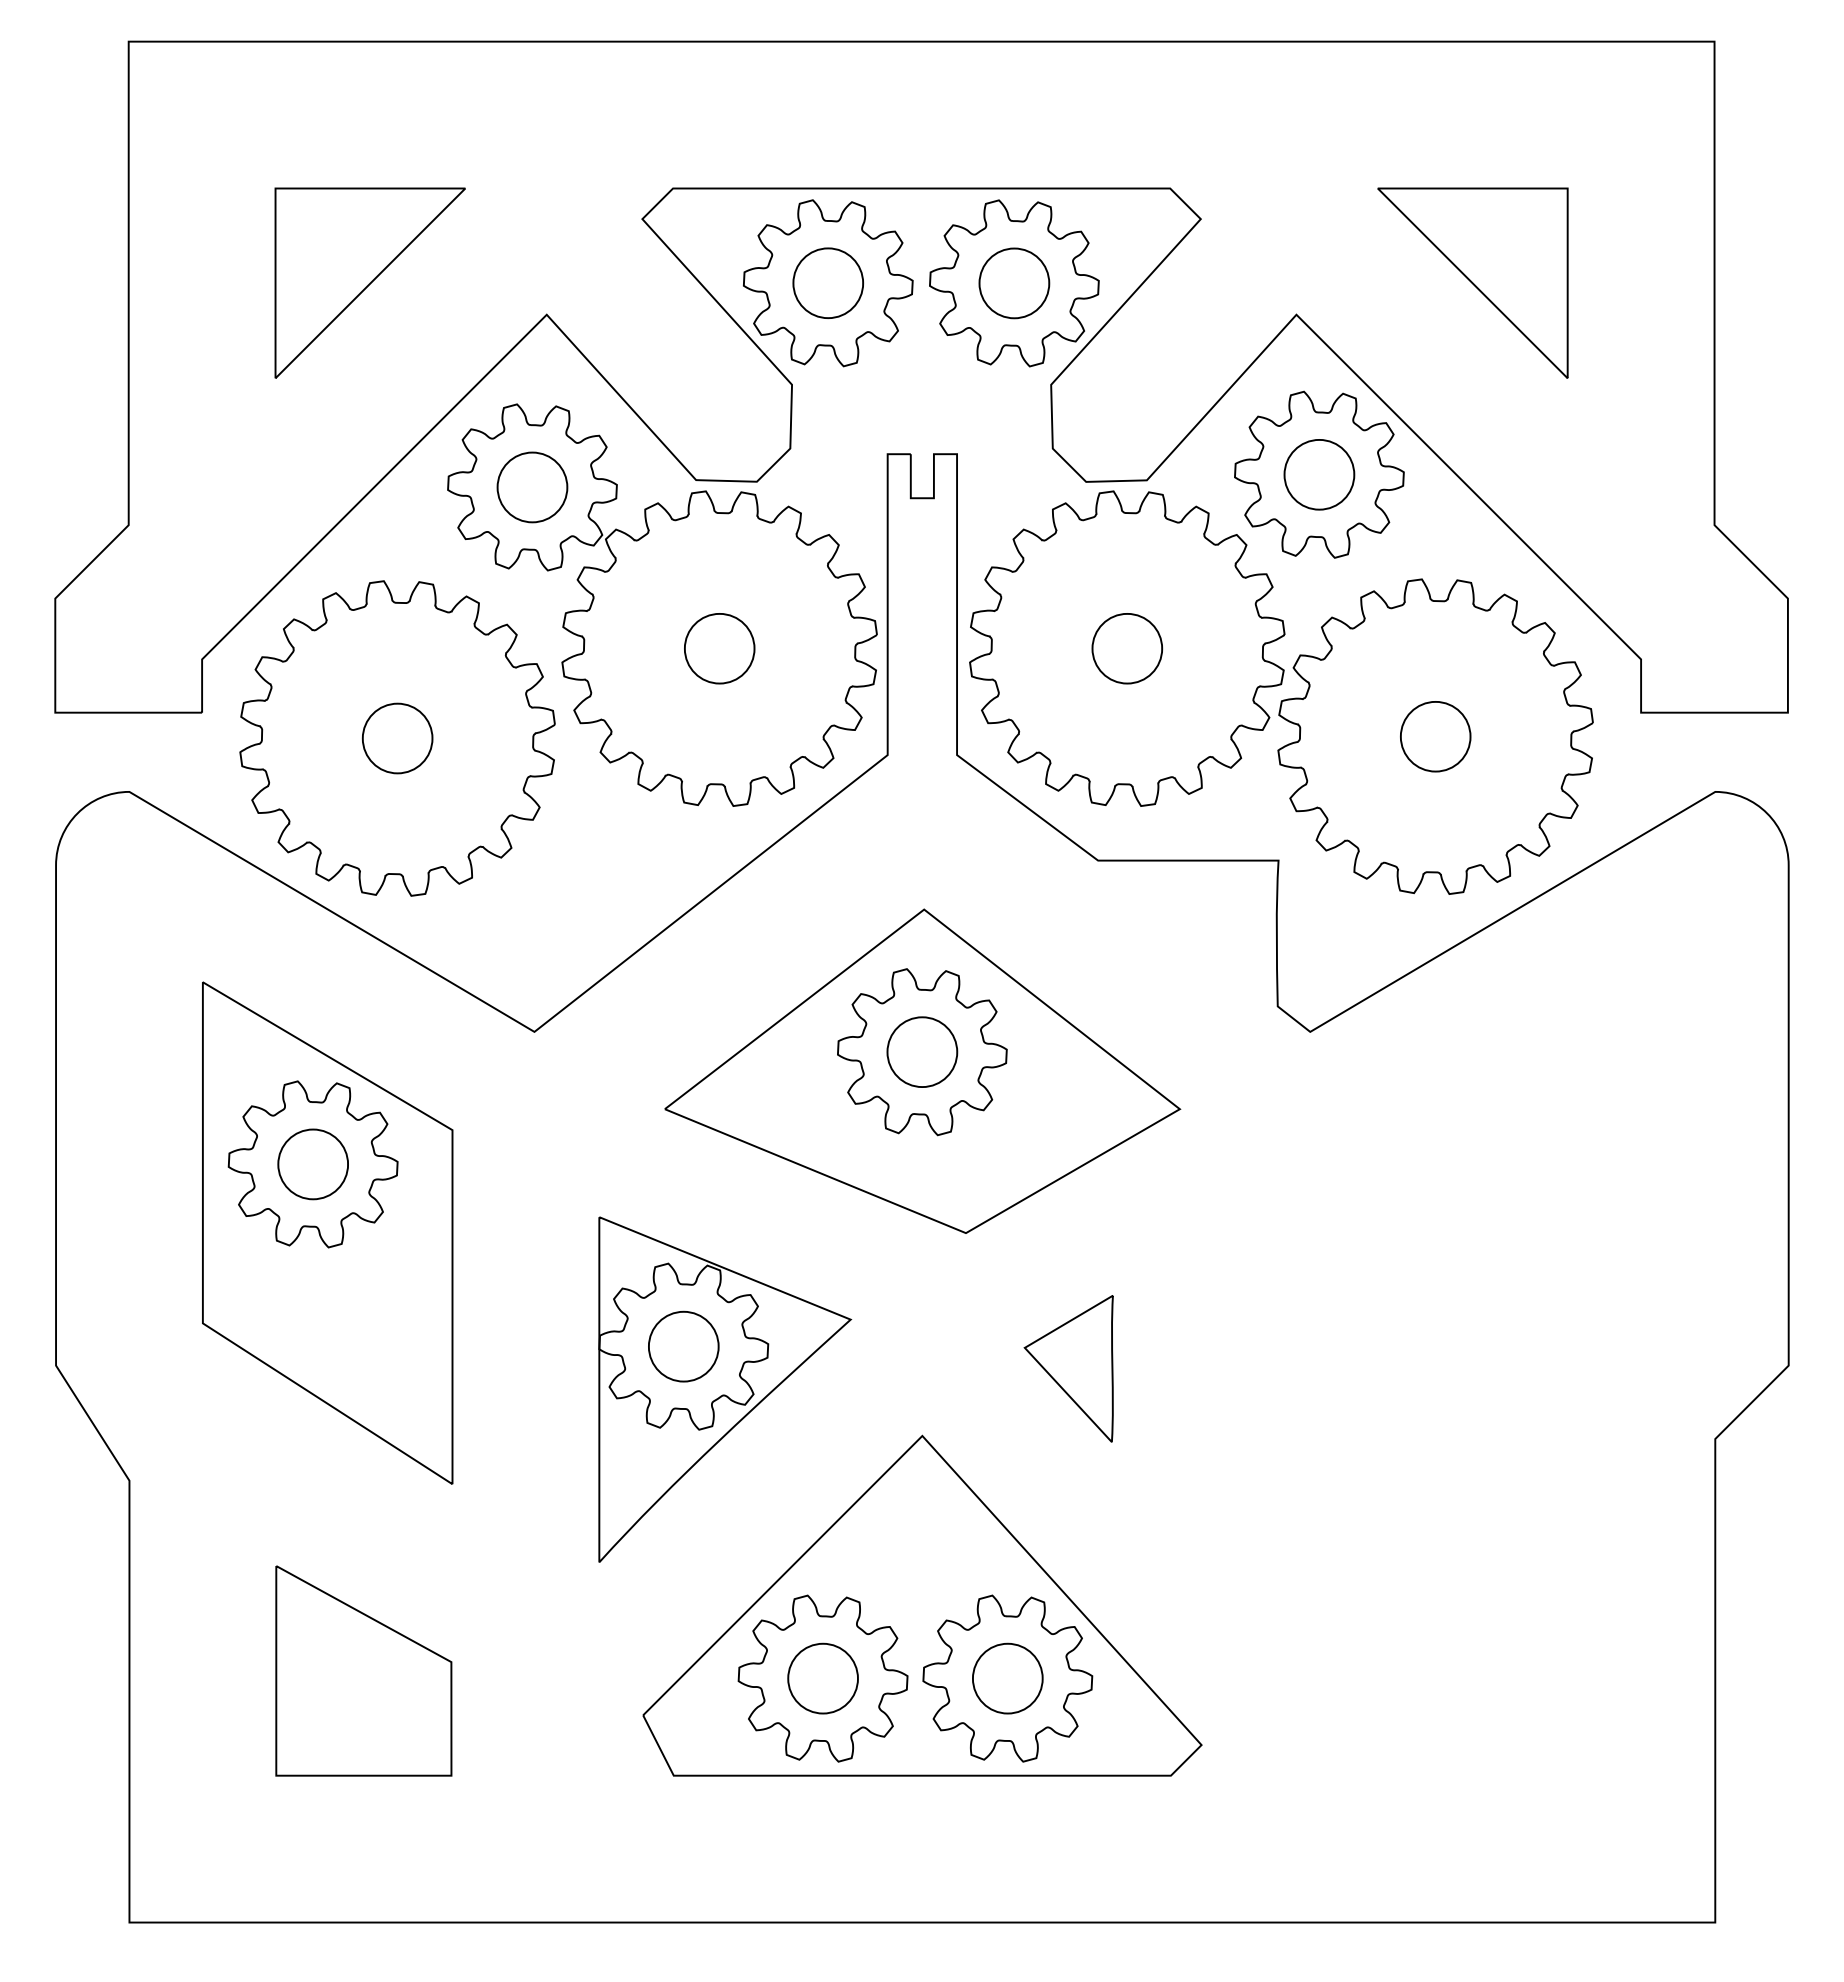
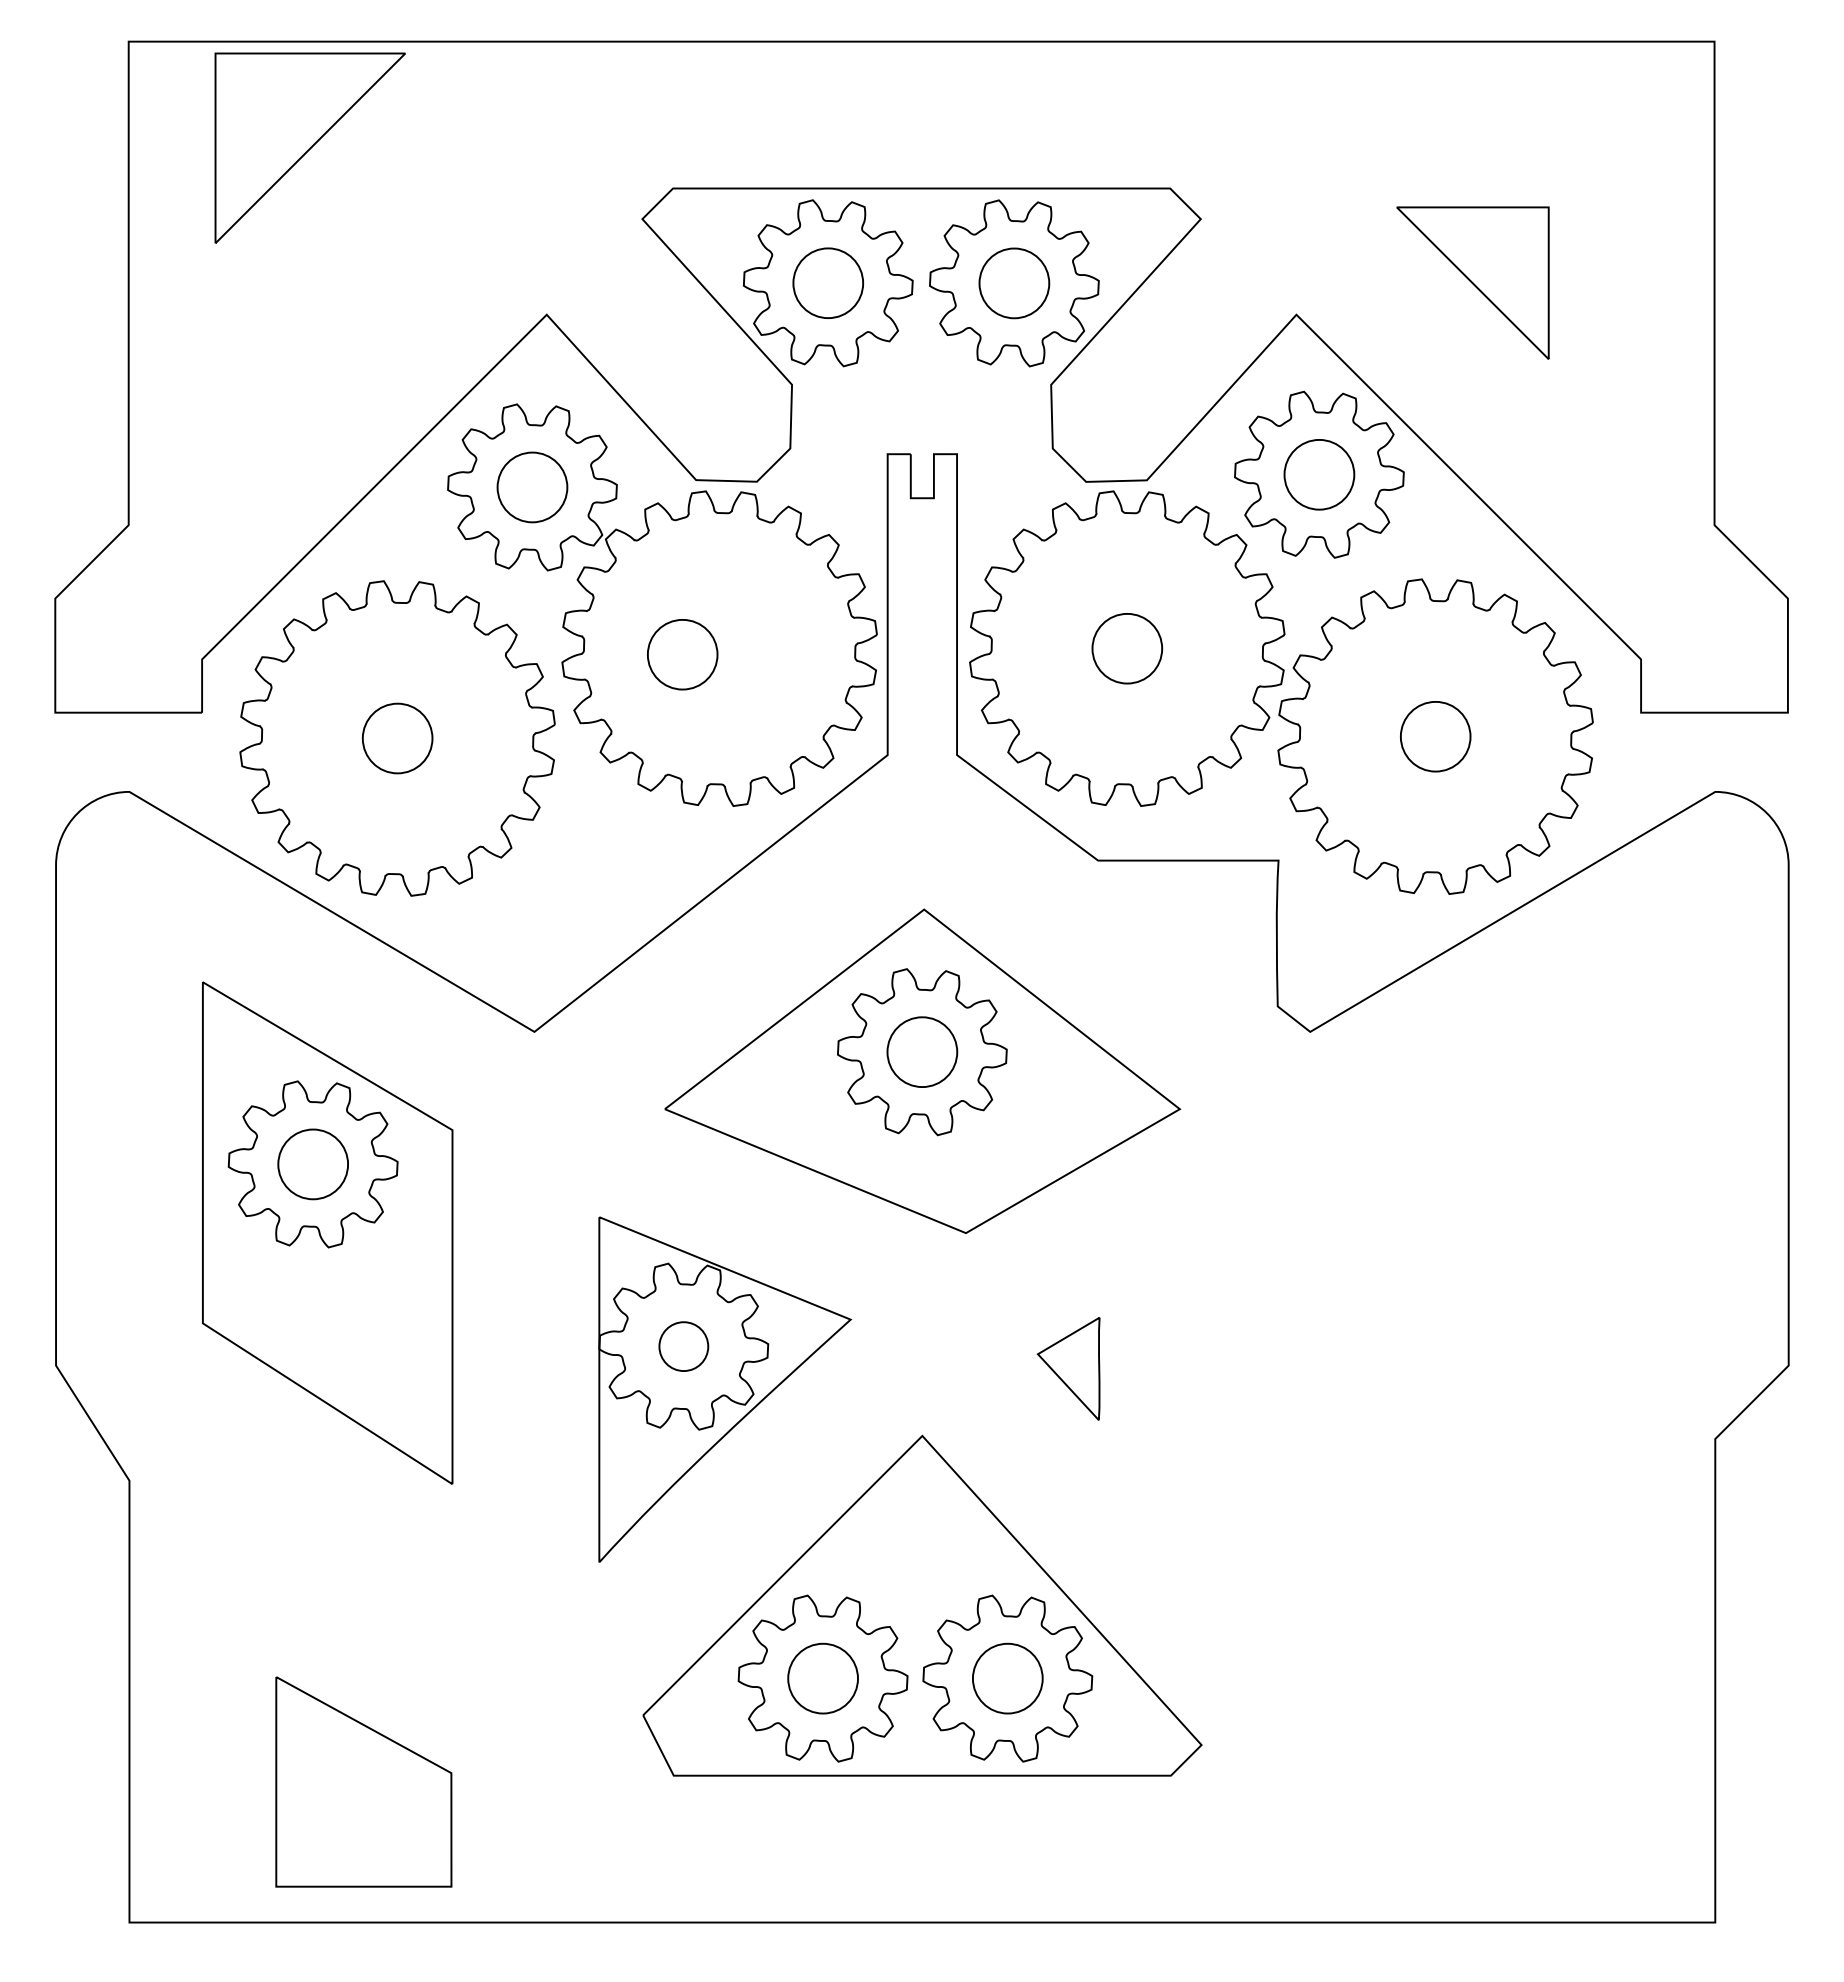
part at (369, 282) position: (369, 282) -> (309, 147)
part at (1472, 282) size: 192x192 px -> 154x154 px
part at (719, 648) position: (719, 648) -> (682, 654)
part at (683, 1346) size: 72x73 px -> 52x51 px
part at (1068, 1368) size: 91x148 px -> 65x104 px
part at (363, 1670) position: (363, 1670) -> (363, 1781)
